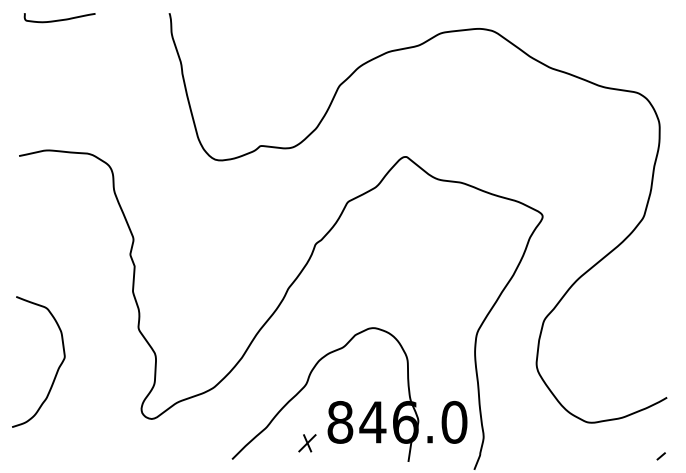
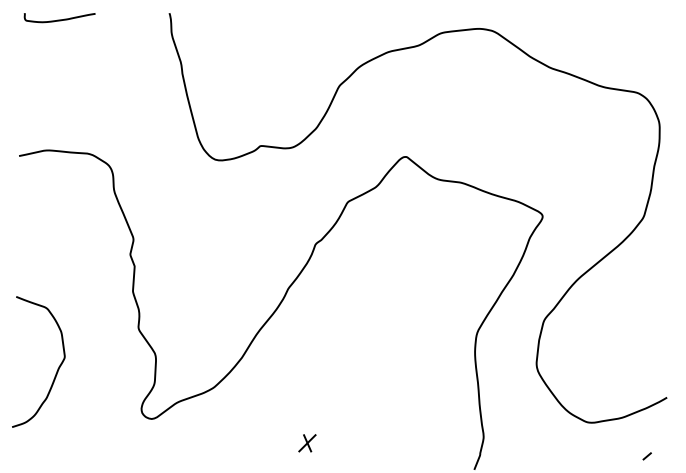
part at (345, 401): present -> none
curve at (660, 456) position: (660, 456) -> (646, 456)
